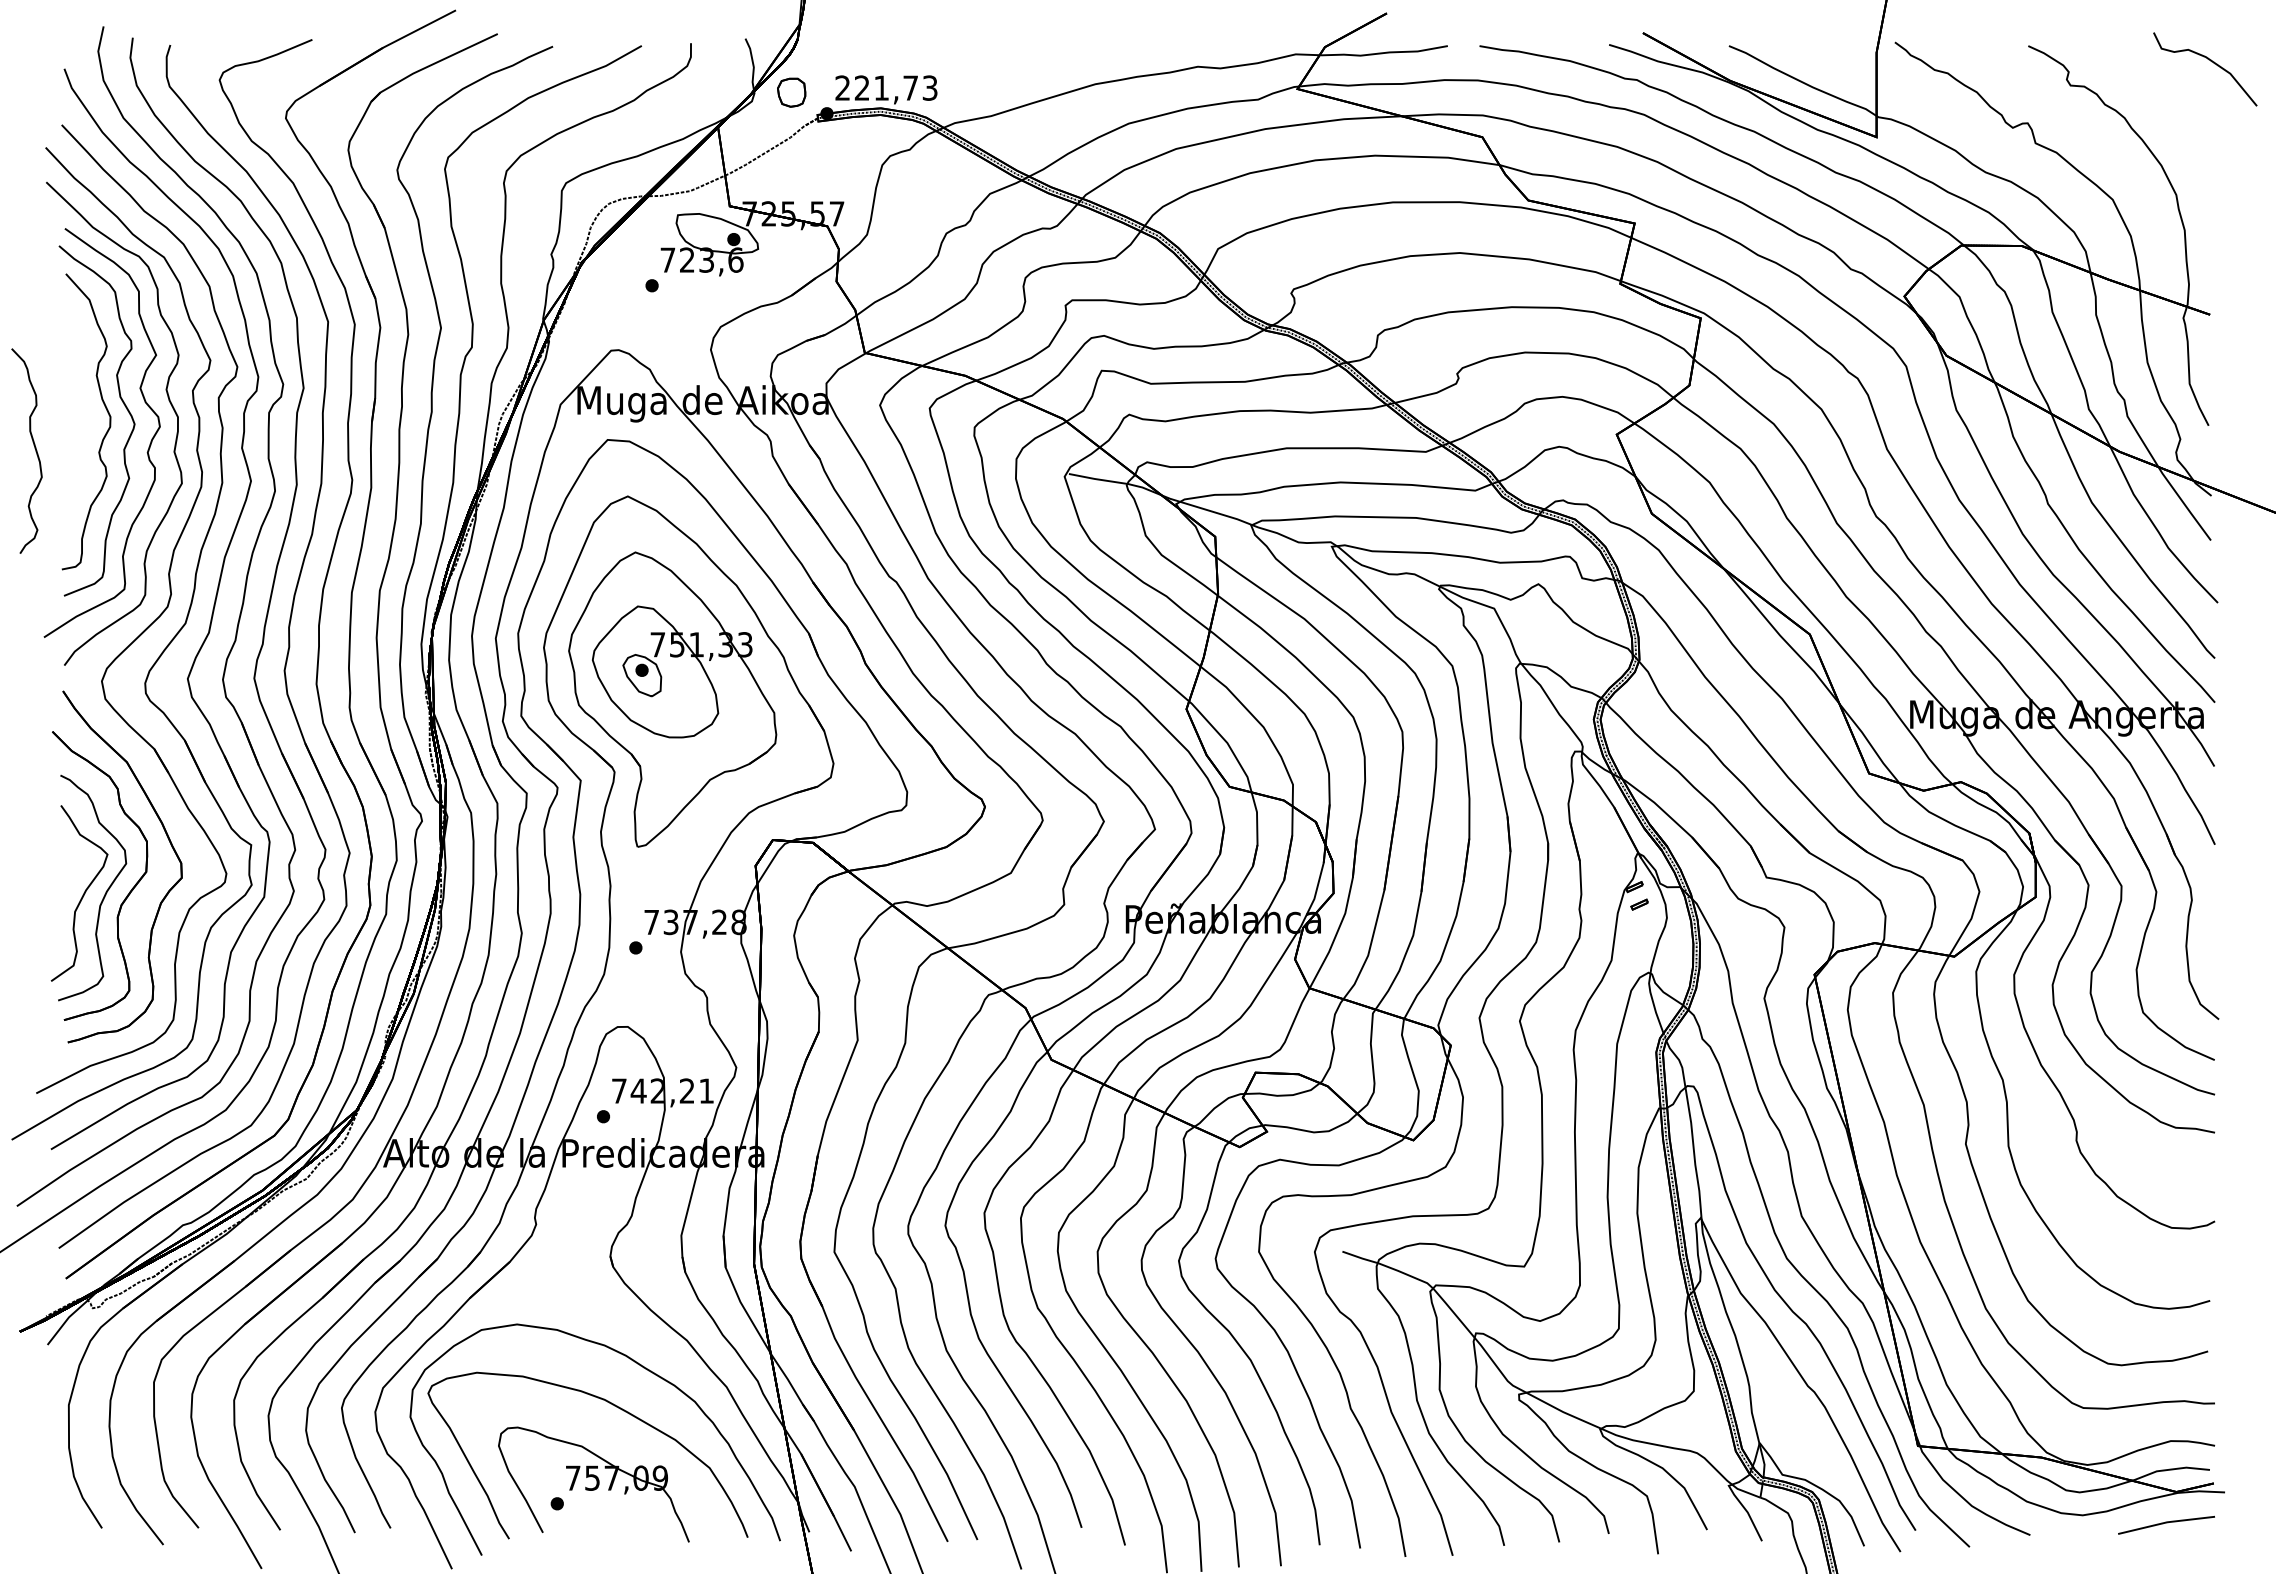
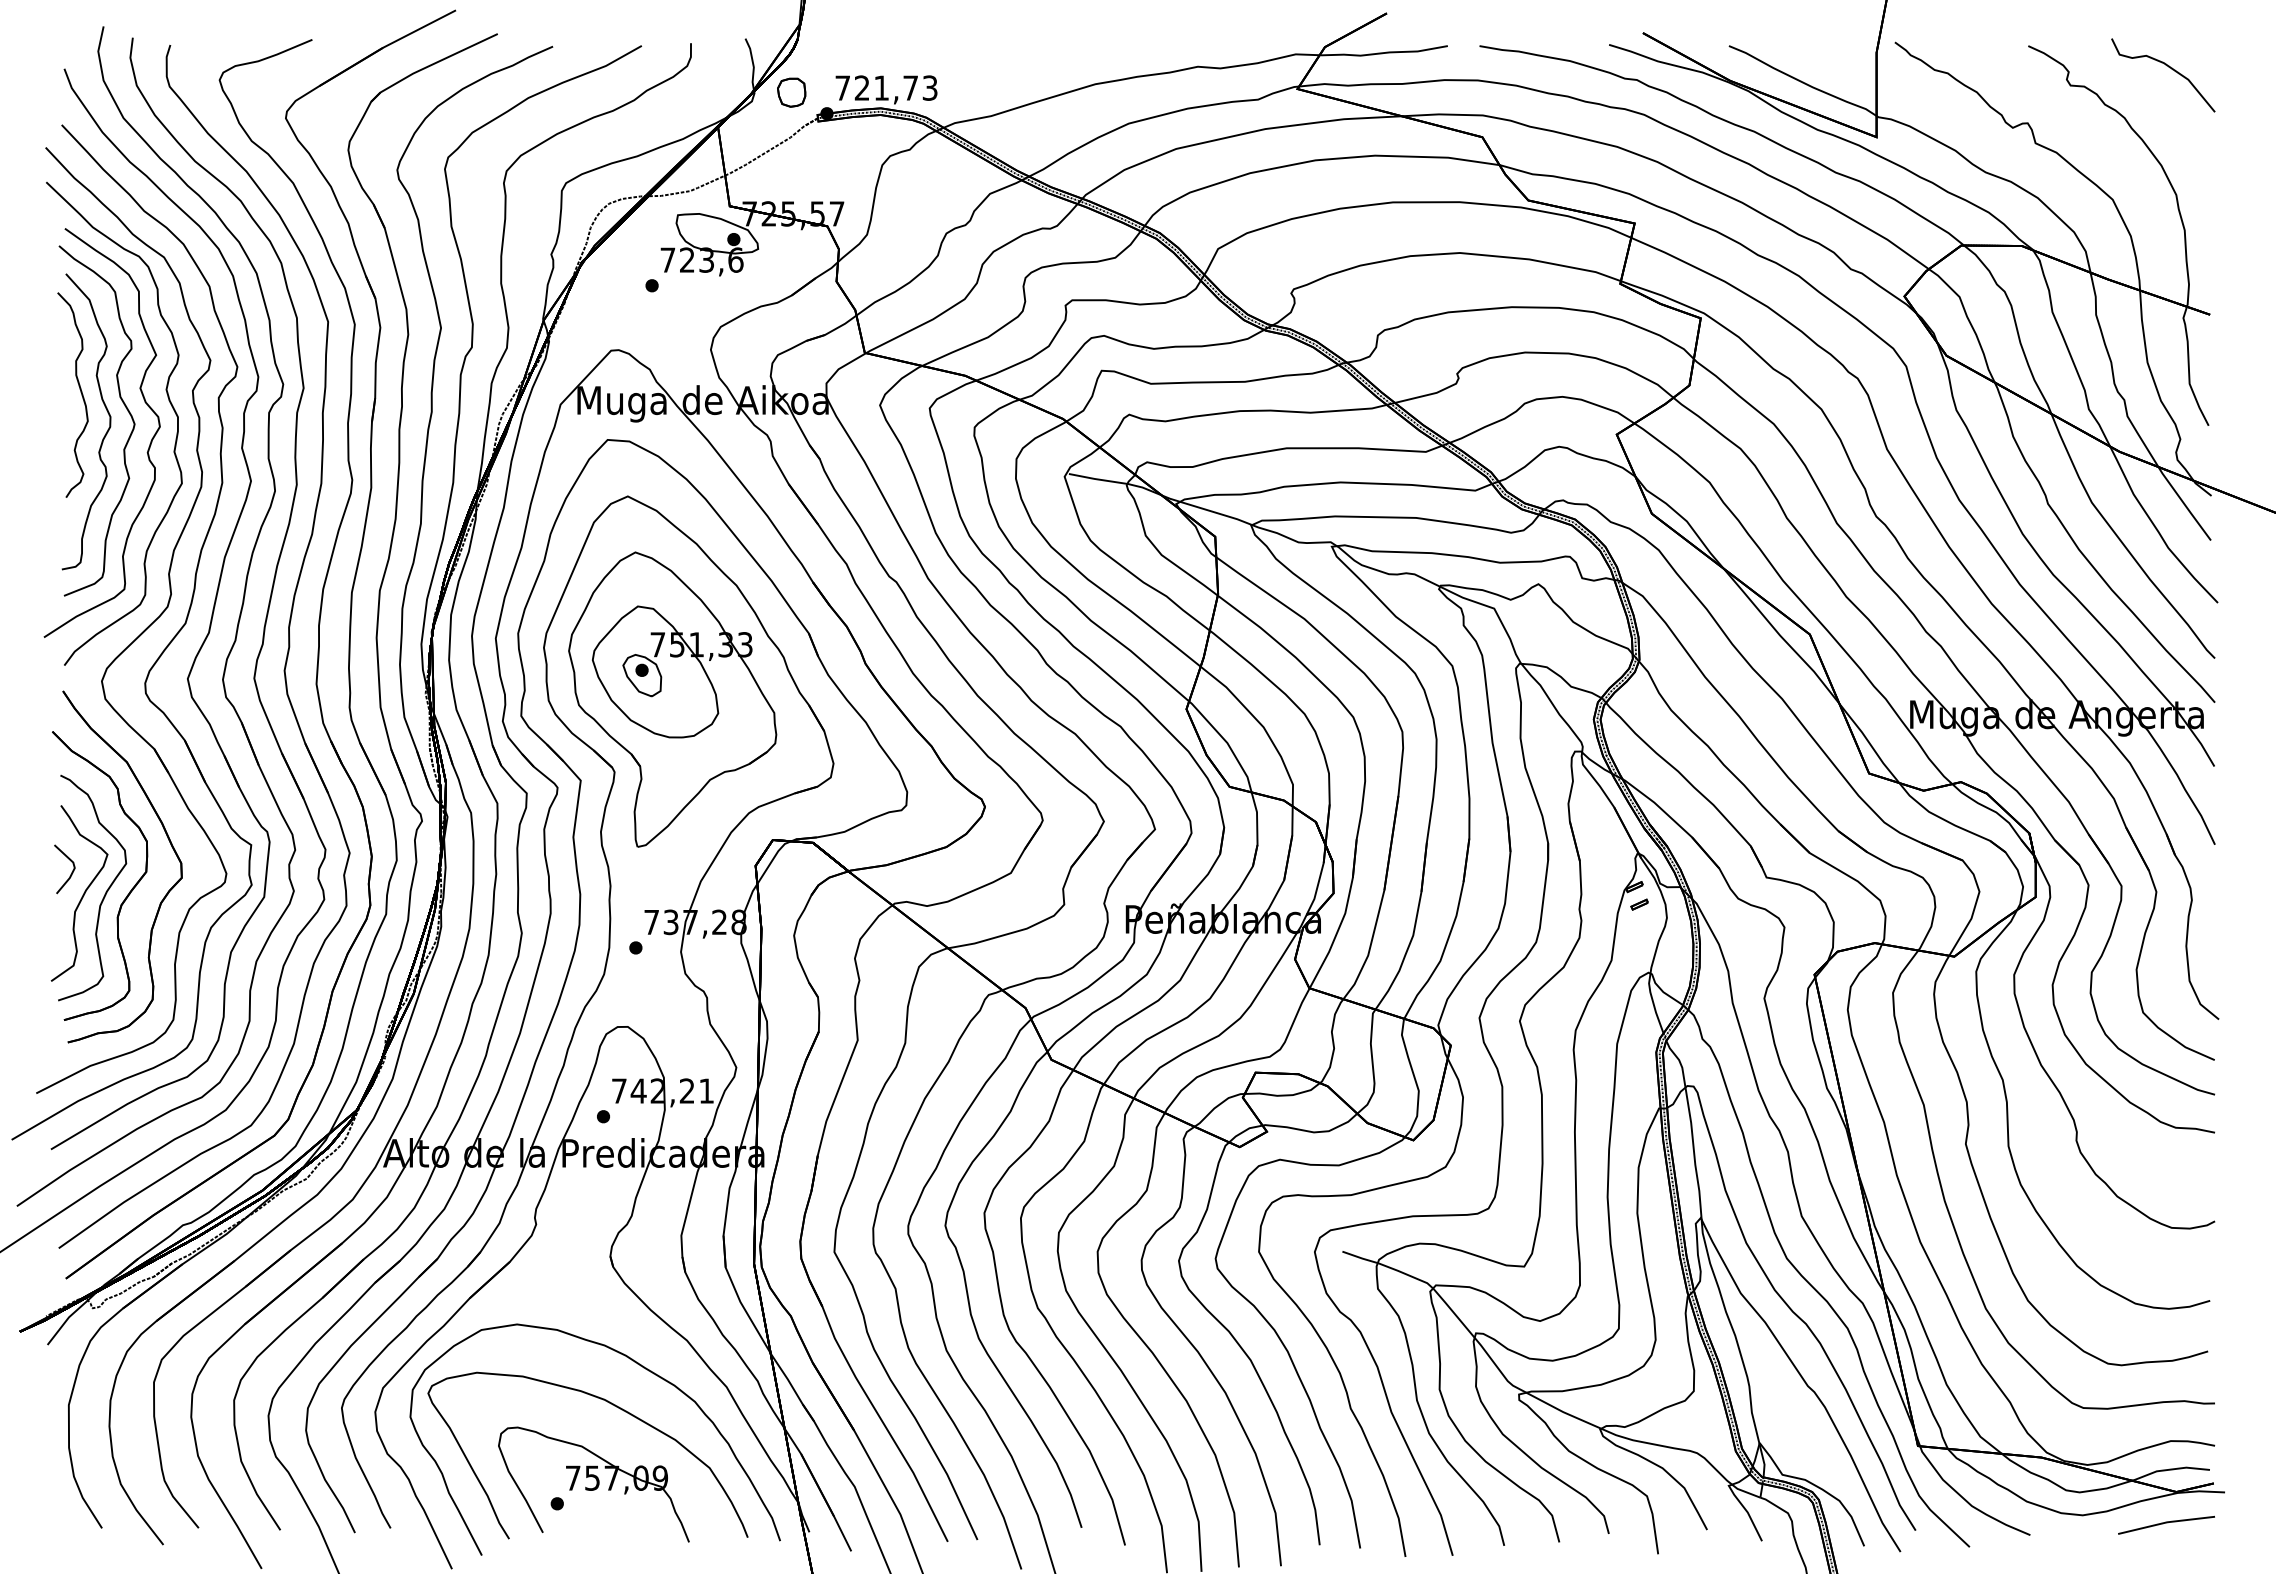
part at (2210, 61) position: (2210, 61) -> (2168, 67)
text at (842, 87): 221,73 -> 721,73
curve at (34, 448) position: (34, 448) -> (80, 392)
line at (71, 872): none -> present
